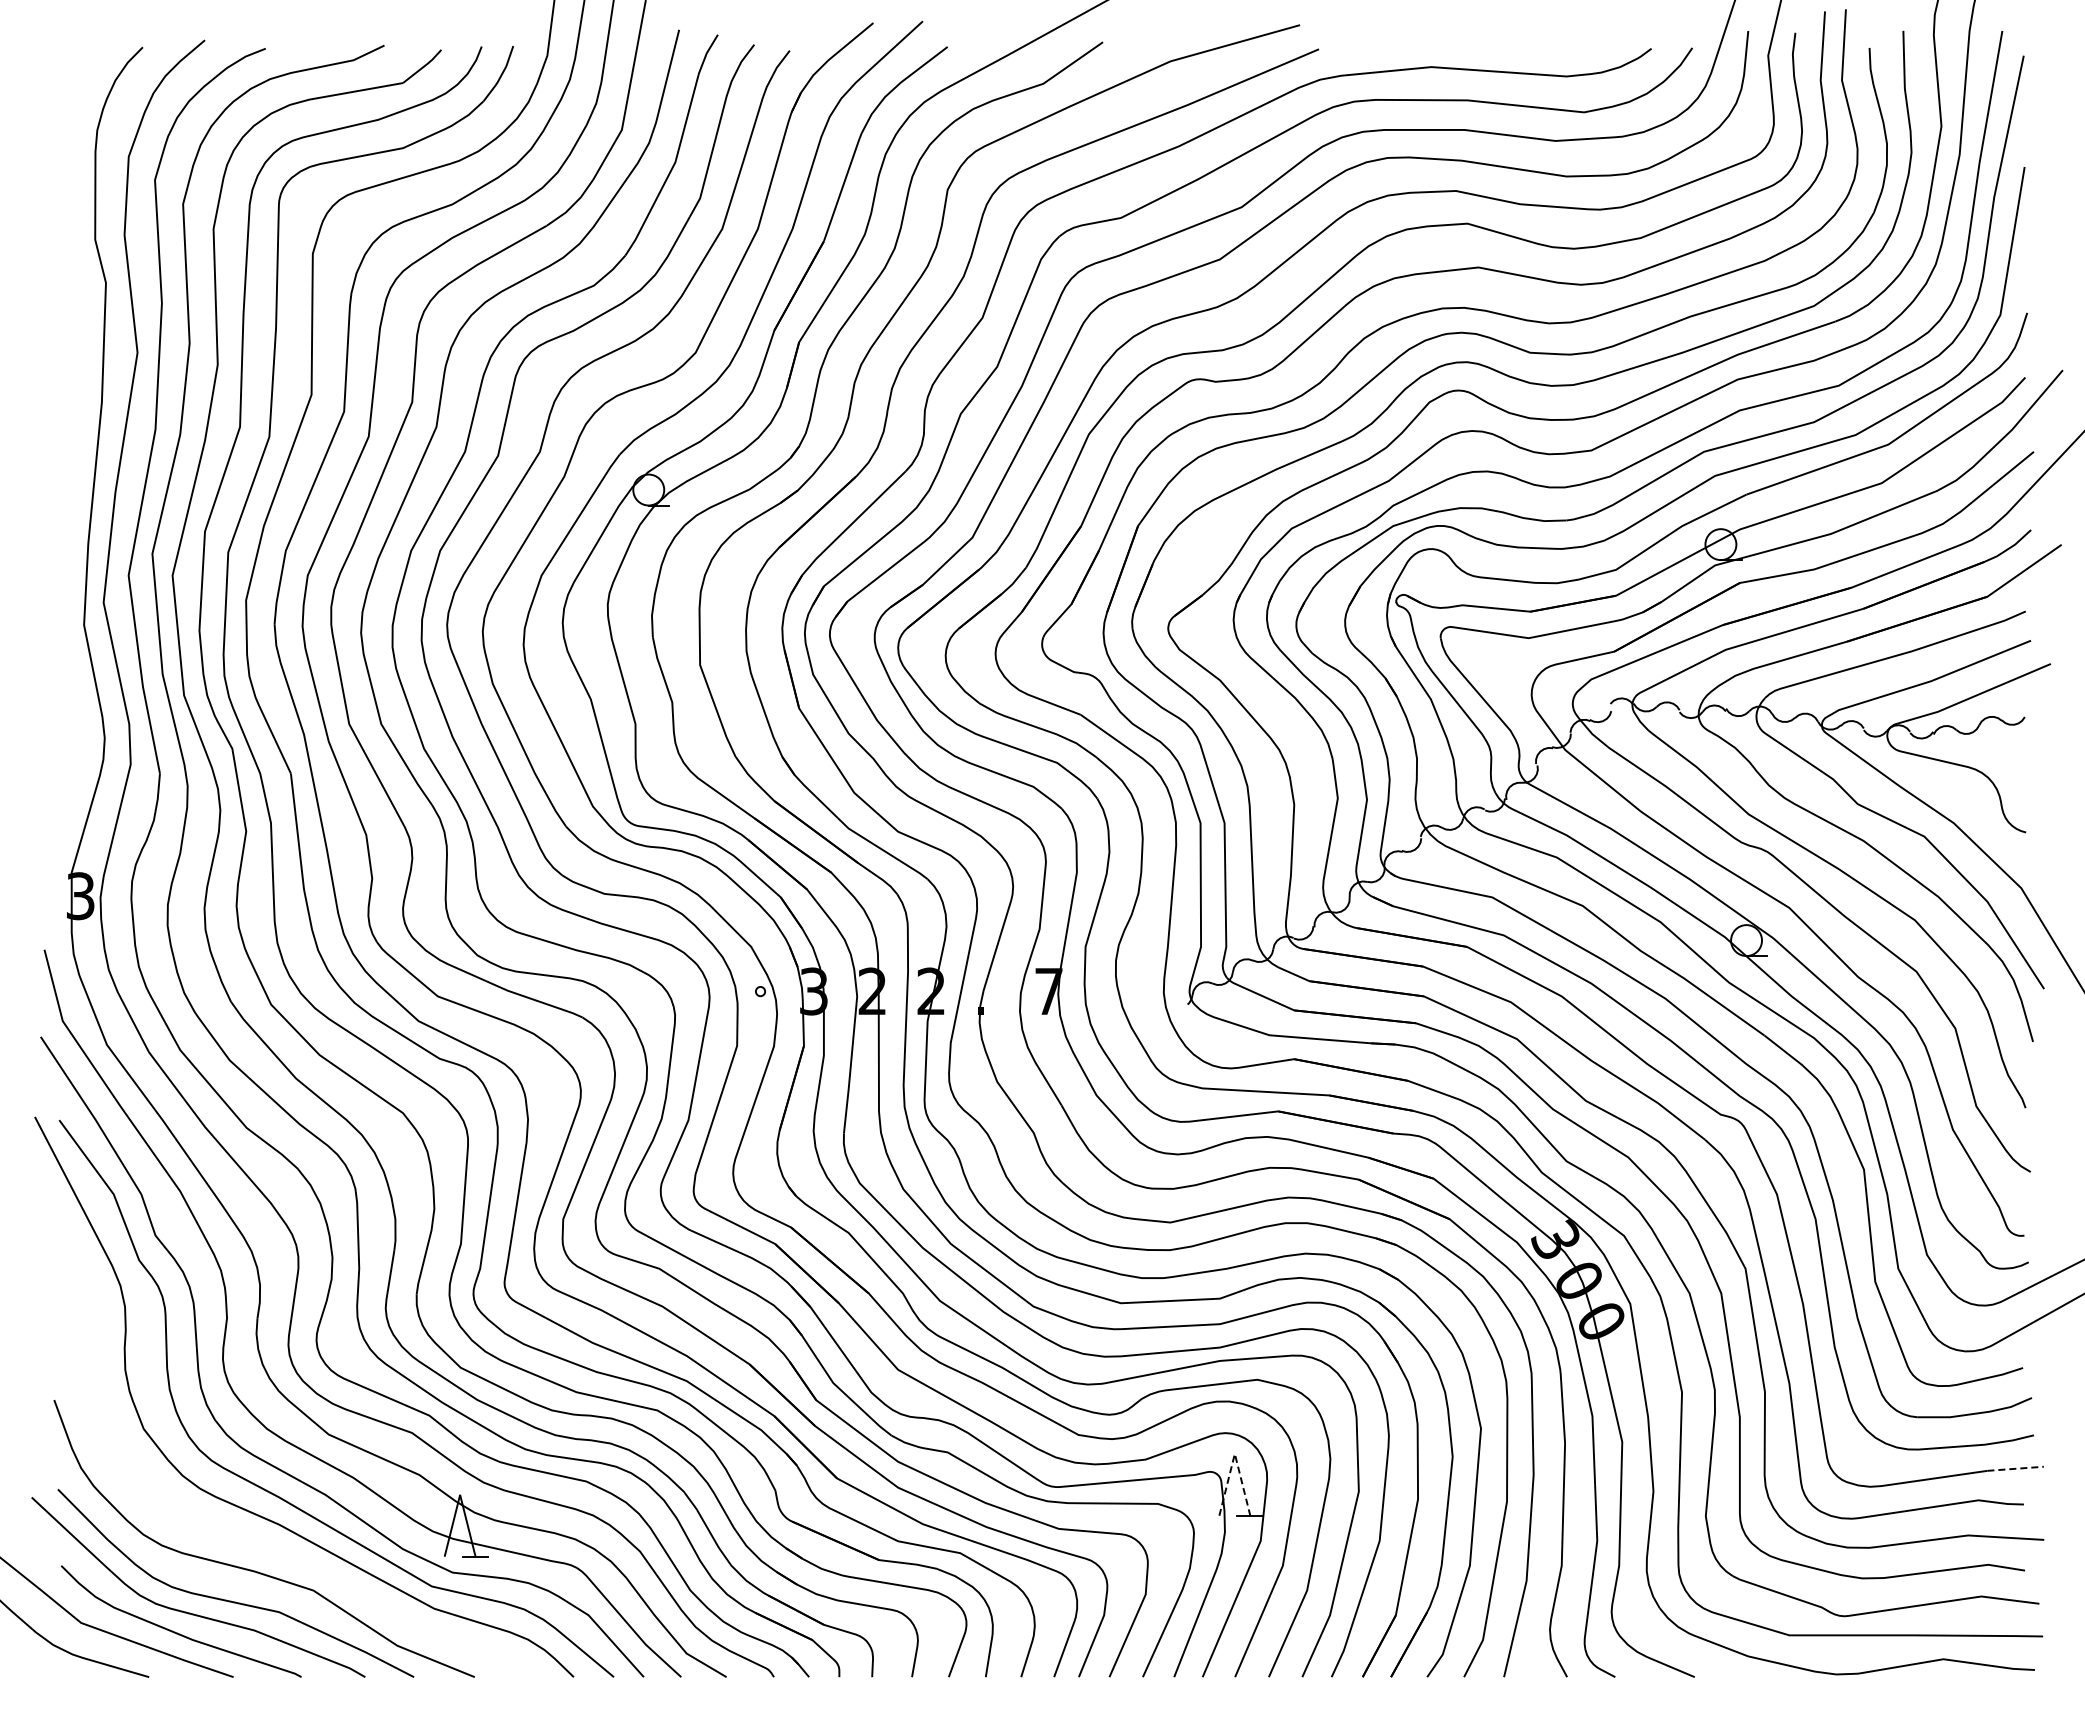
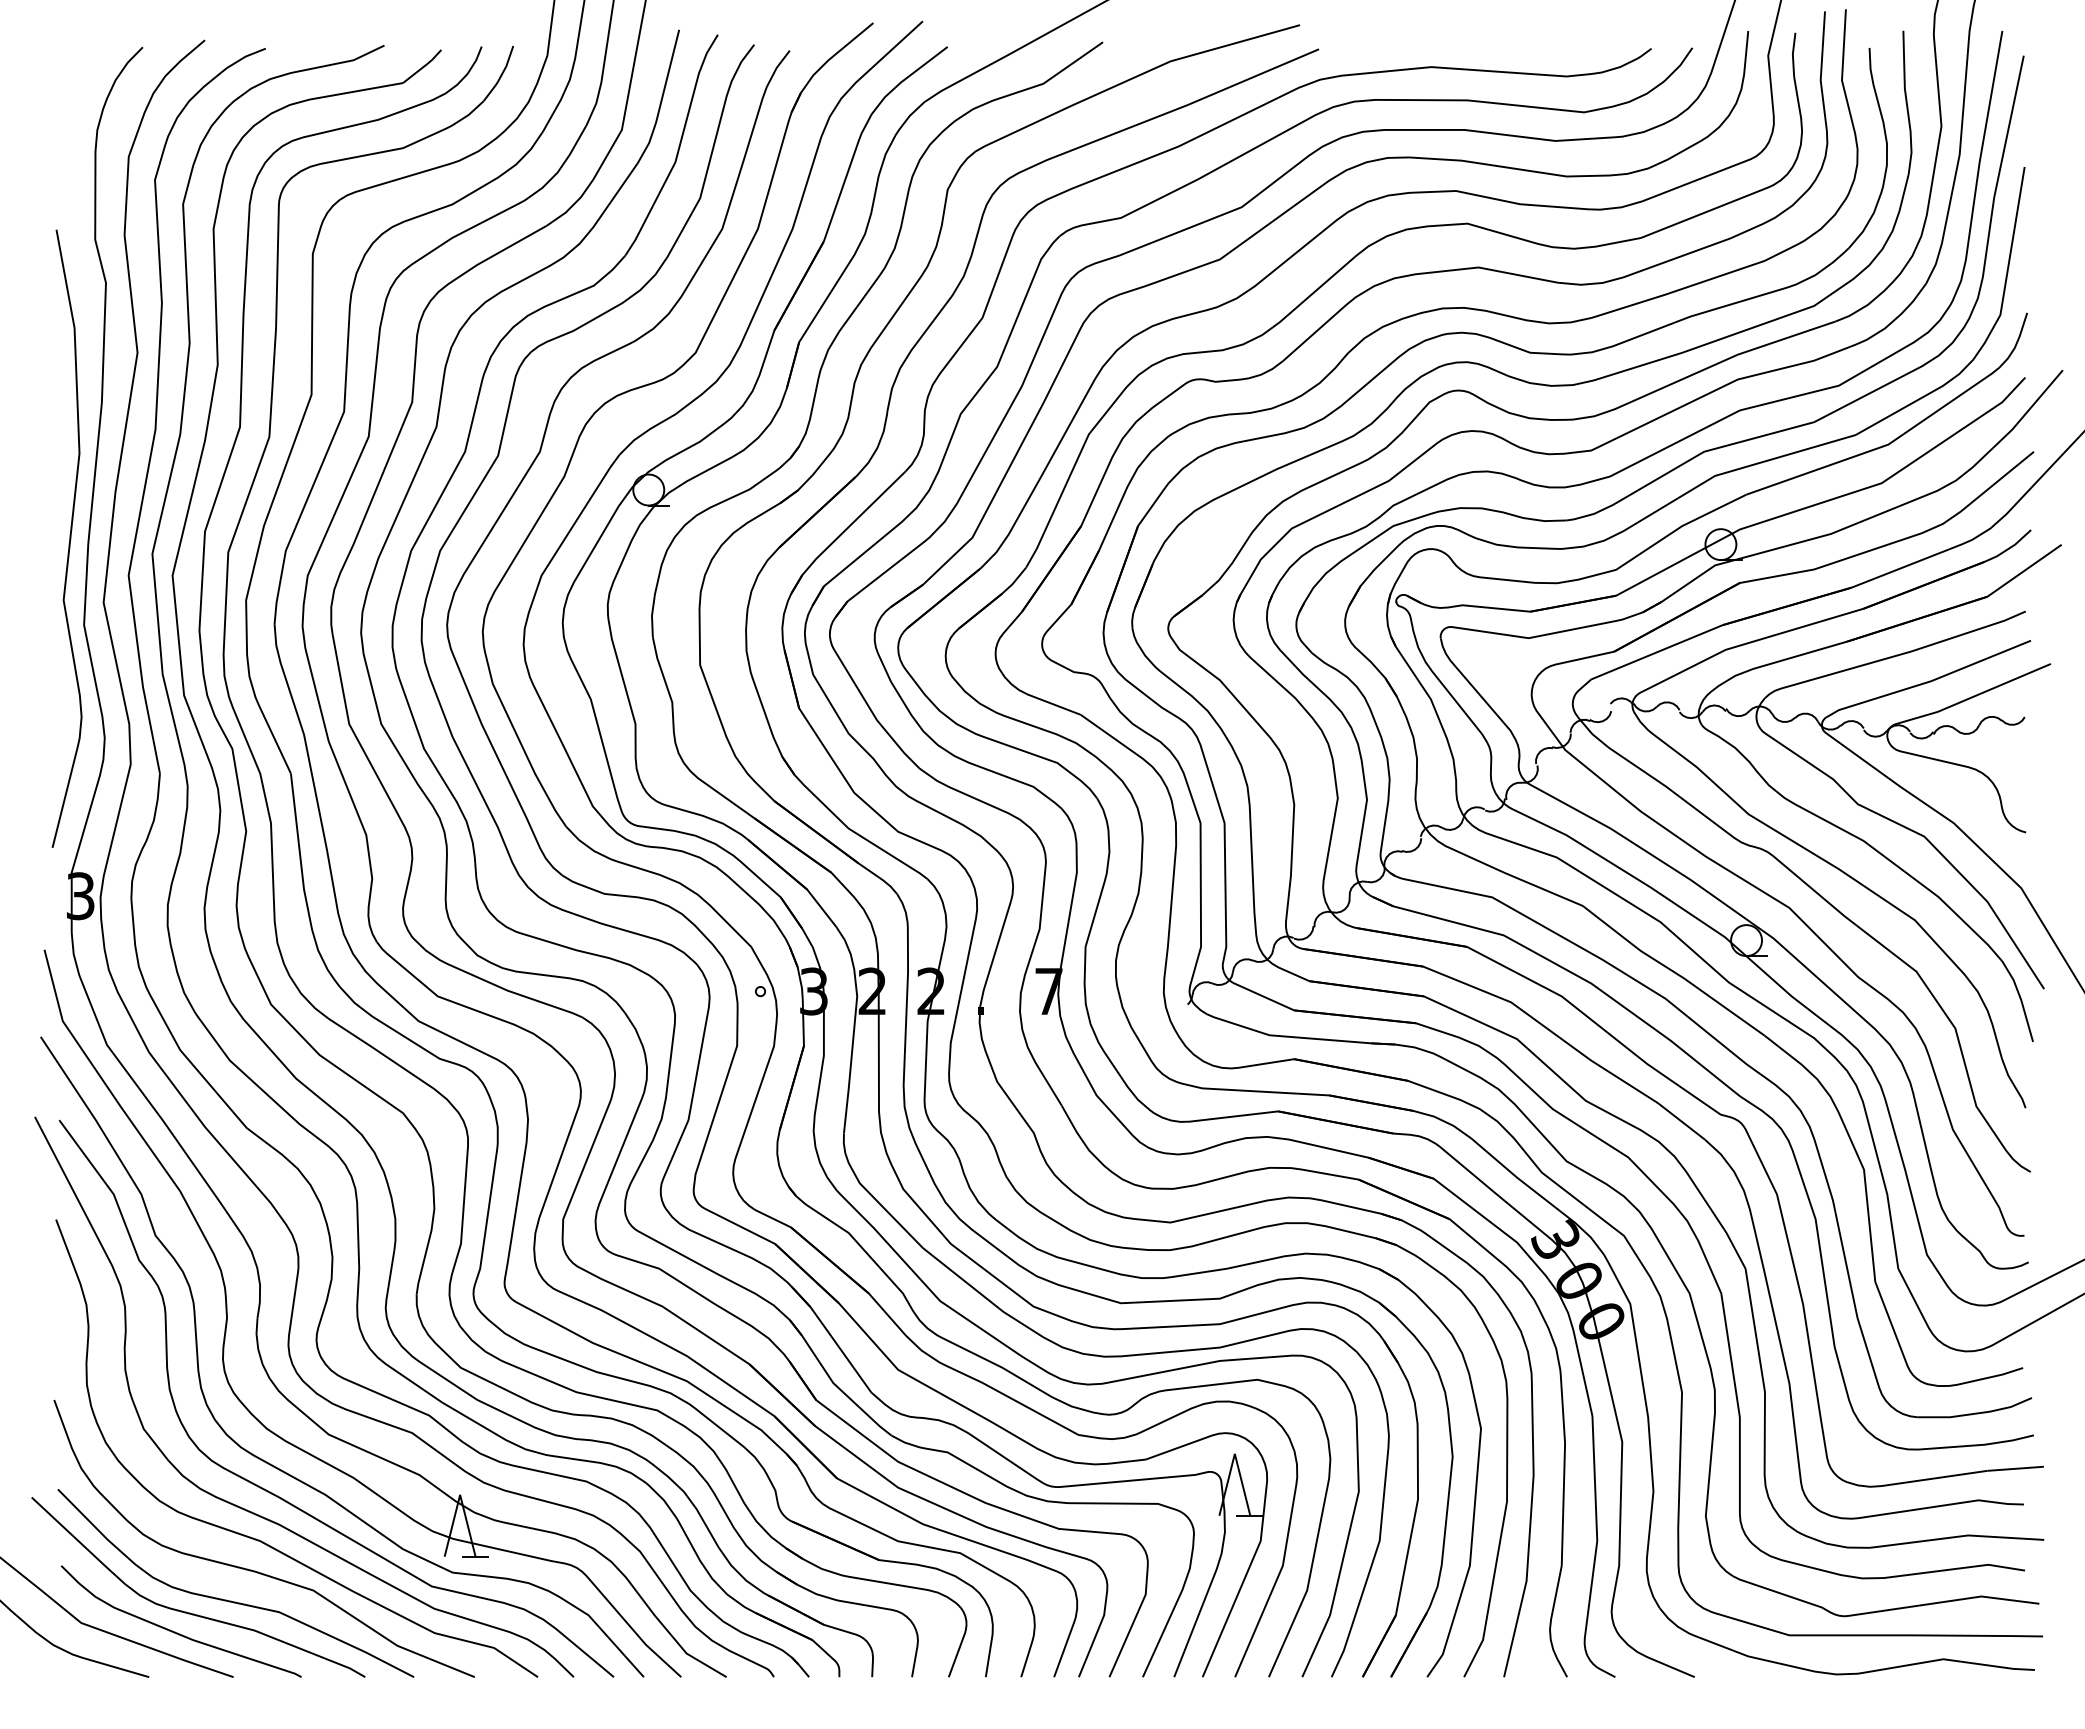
curve at (69, 538): none -> present
line at (1234, 1453): dashed -> solid
line at (2016, 1468): dashed -> solid
curve at (259, 1539): none -> present
